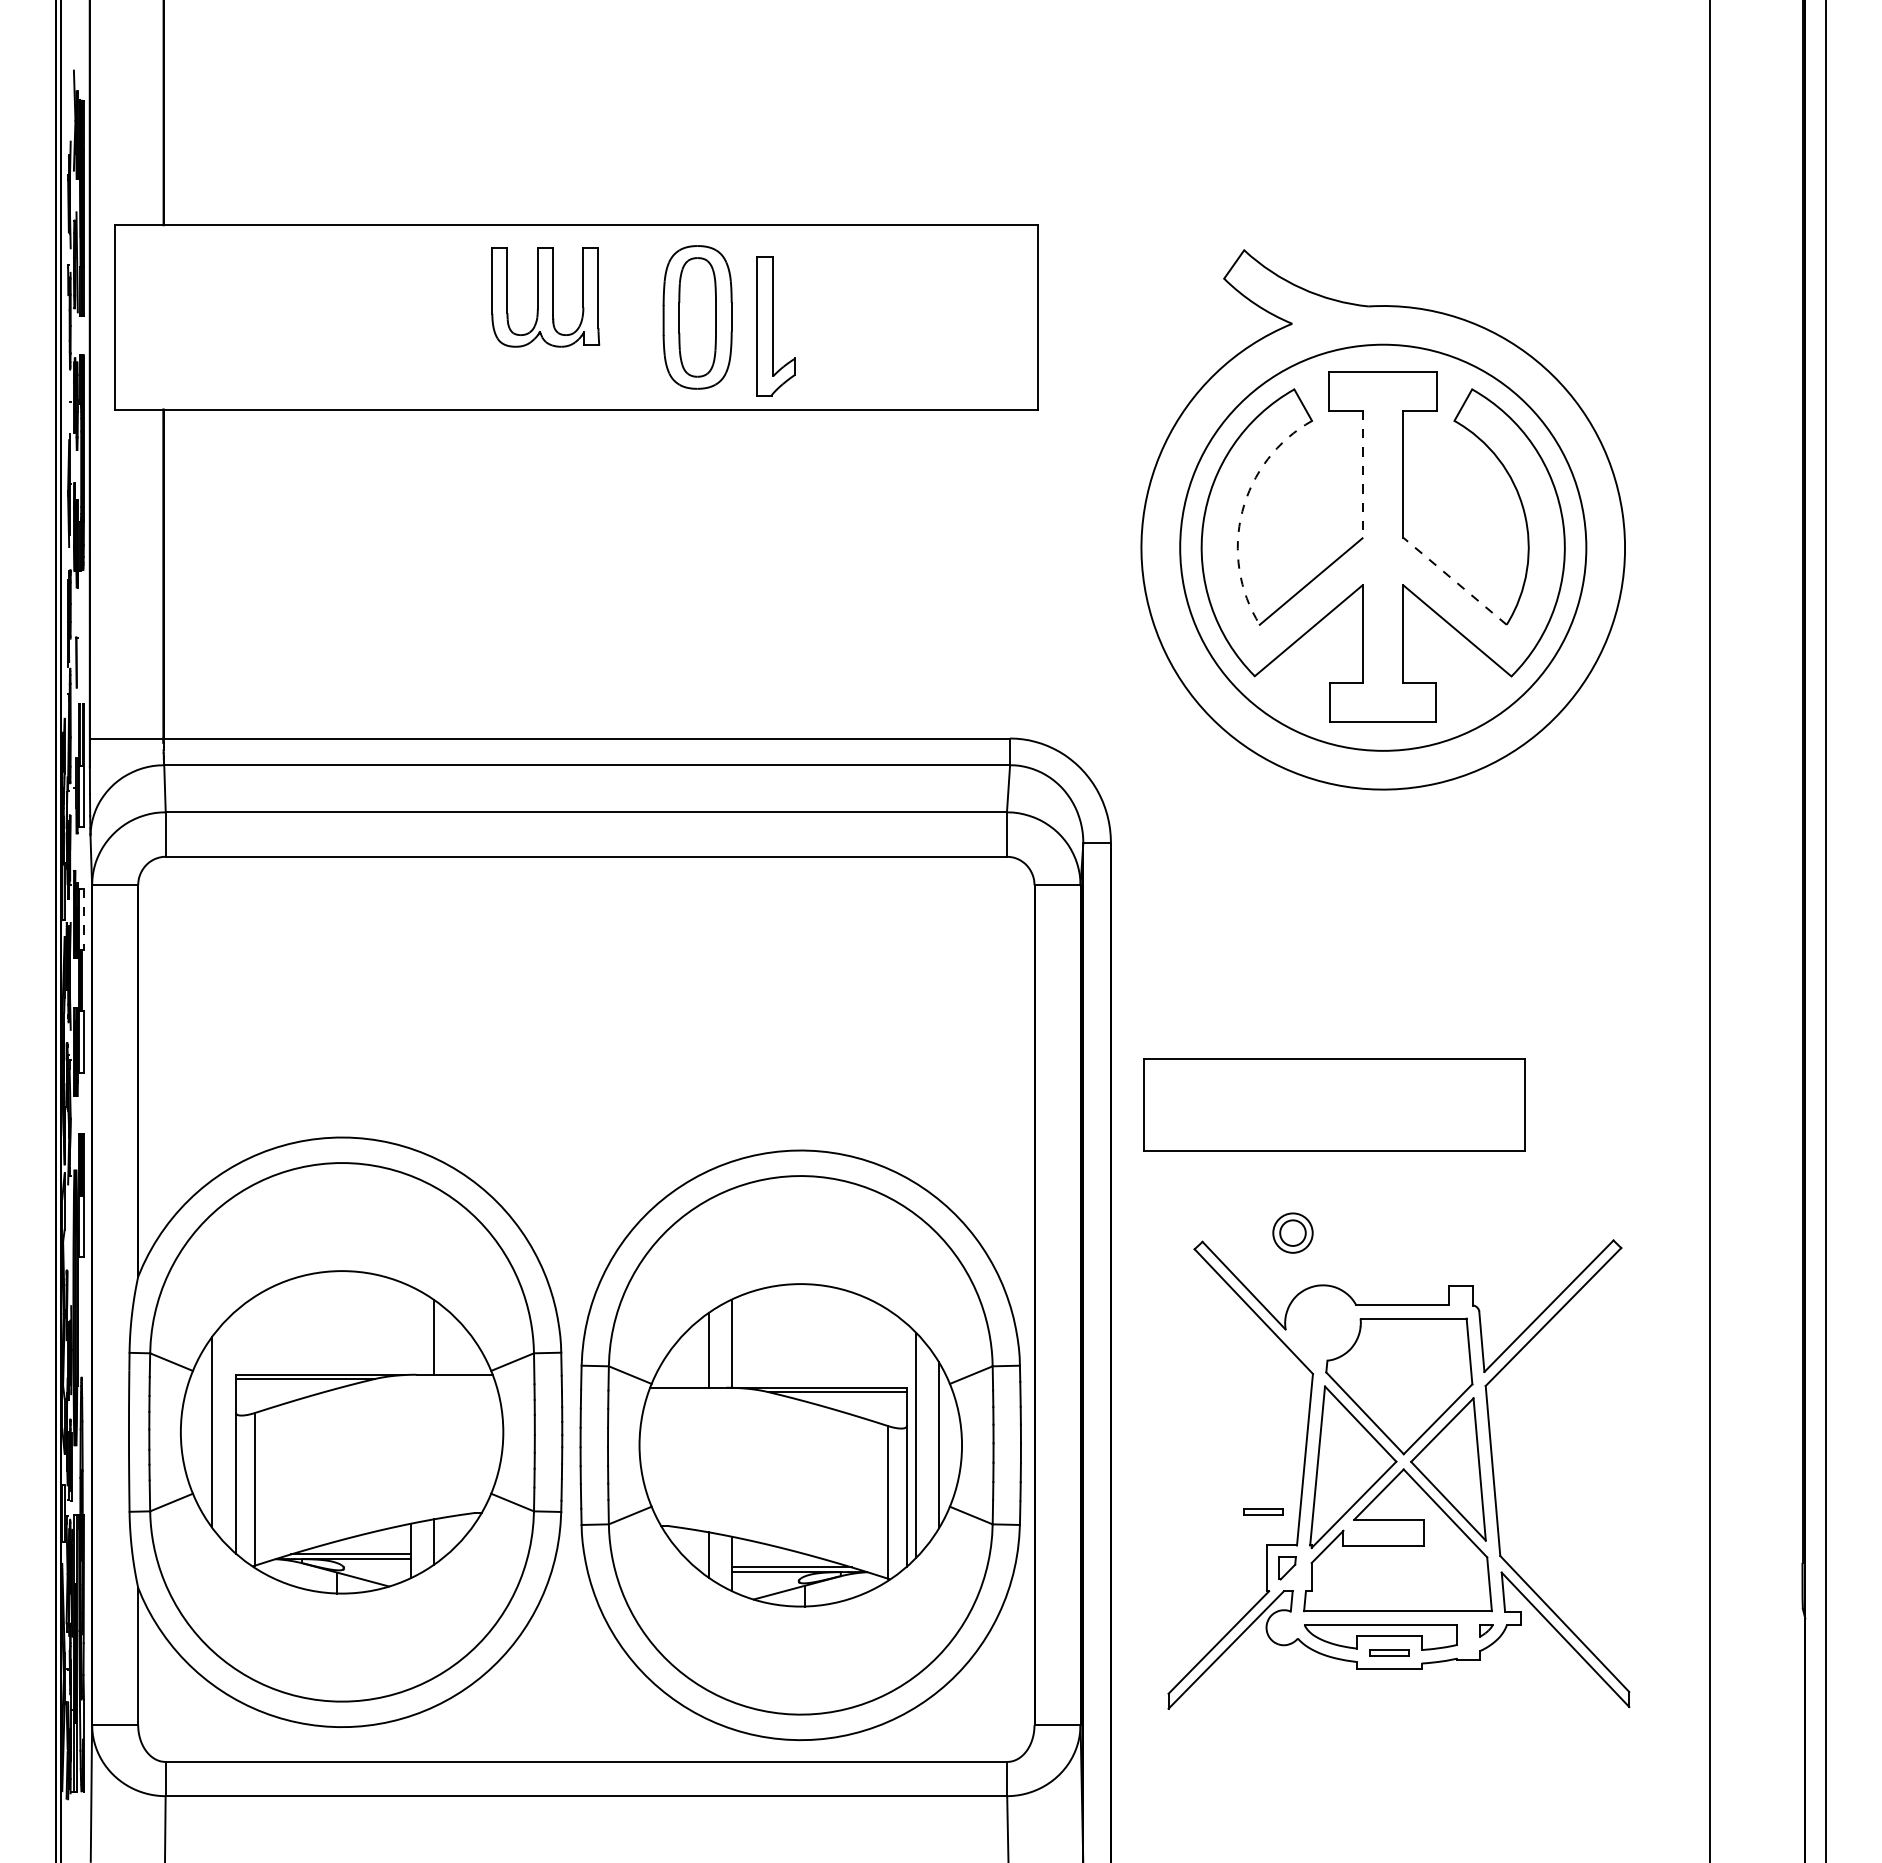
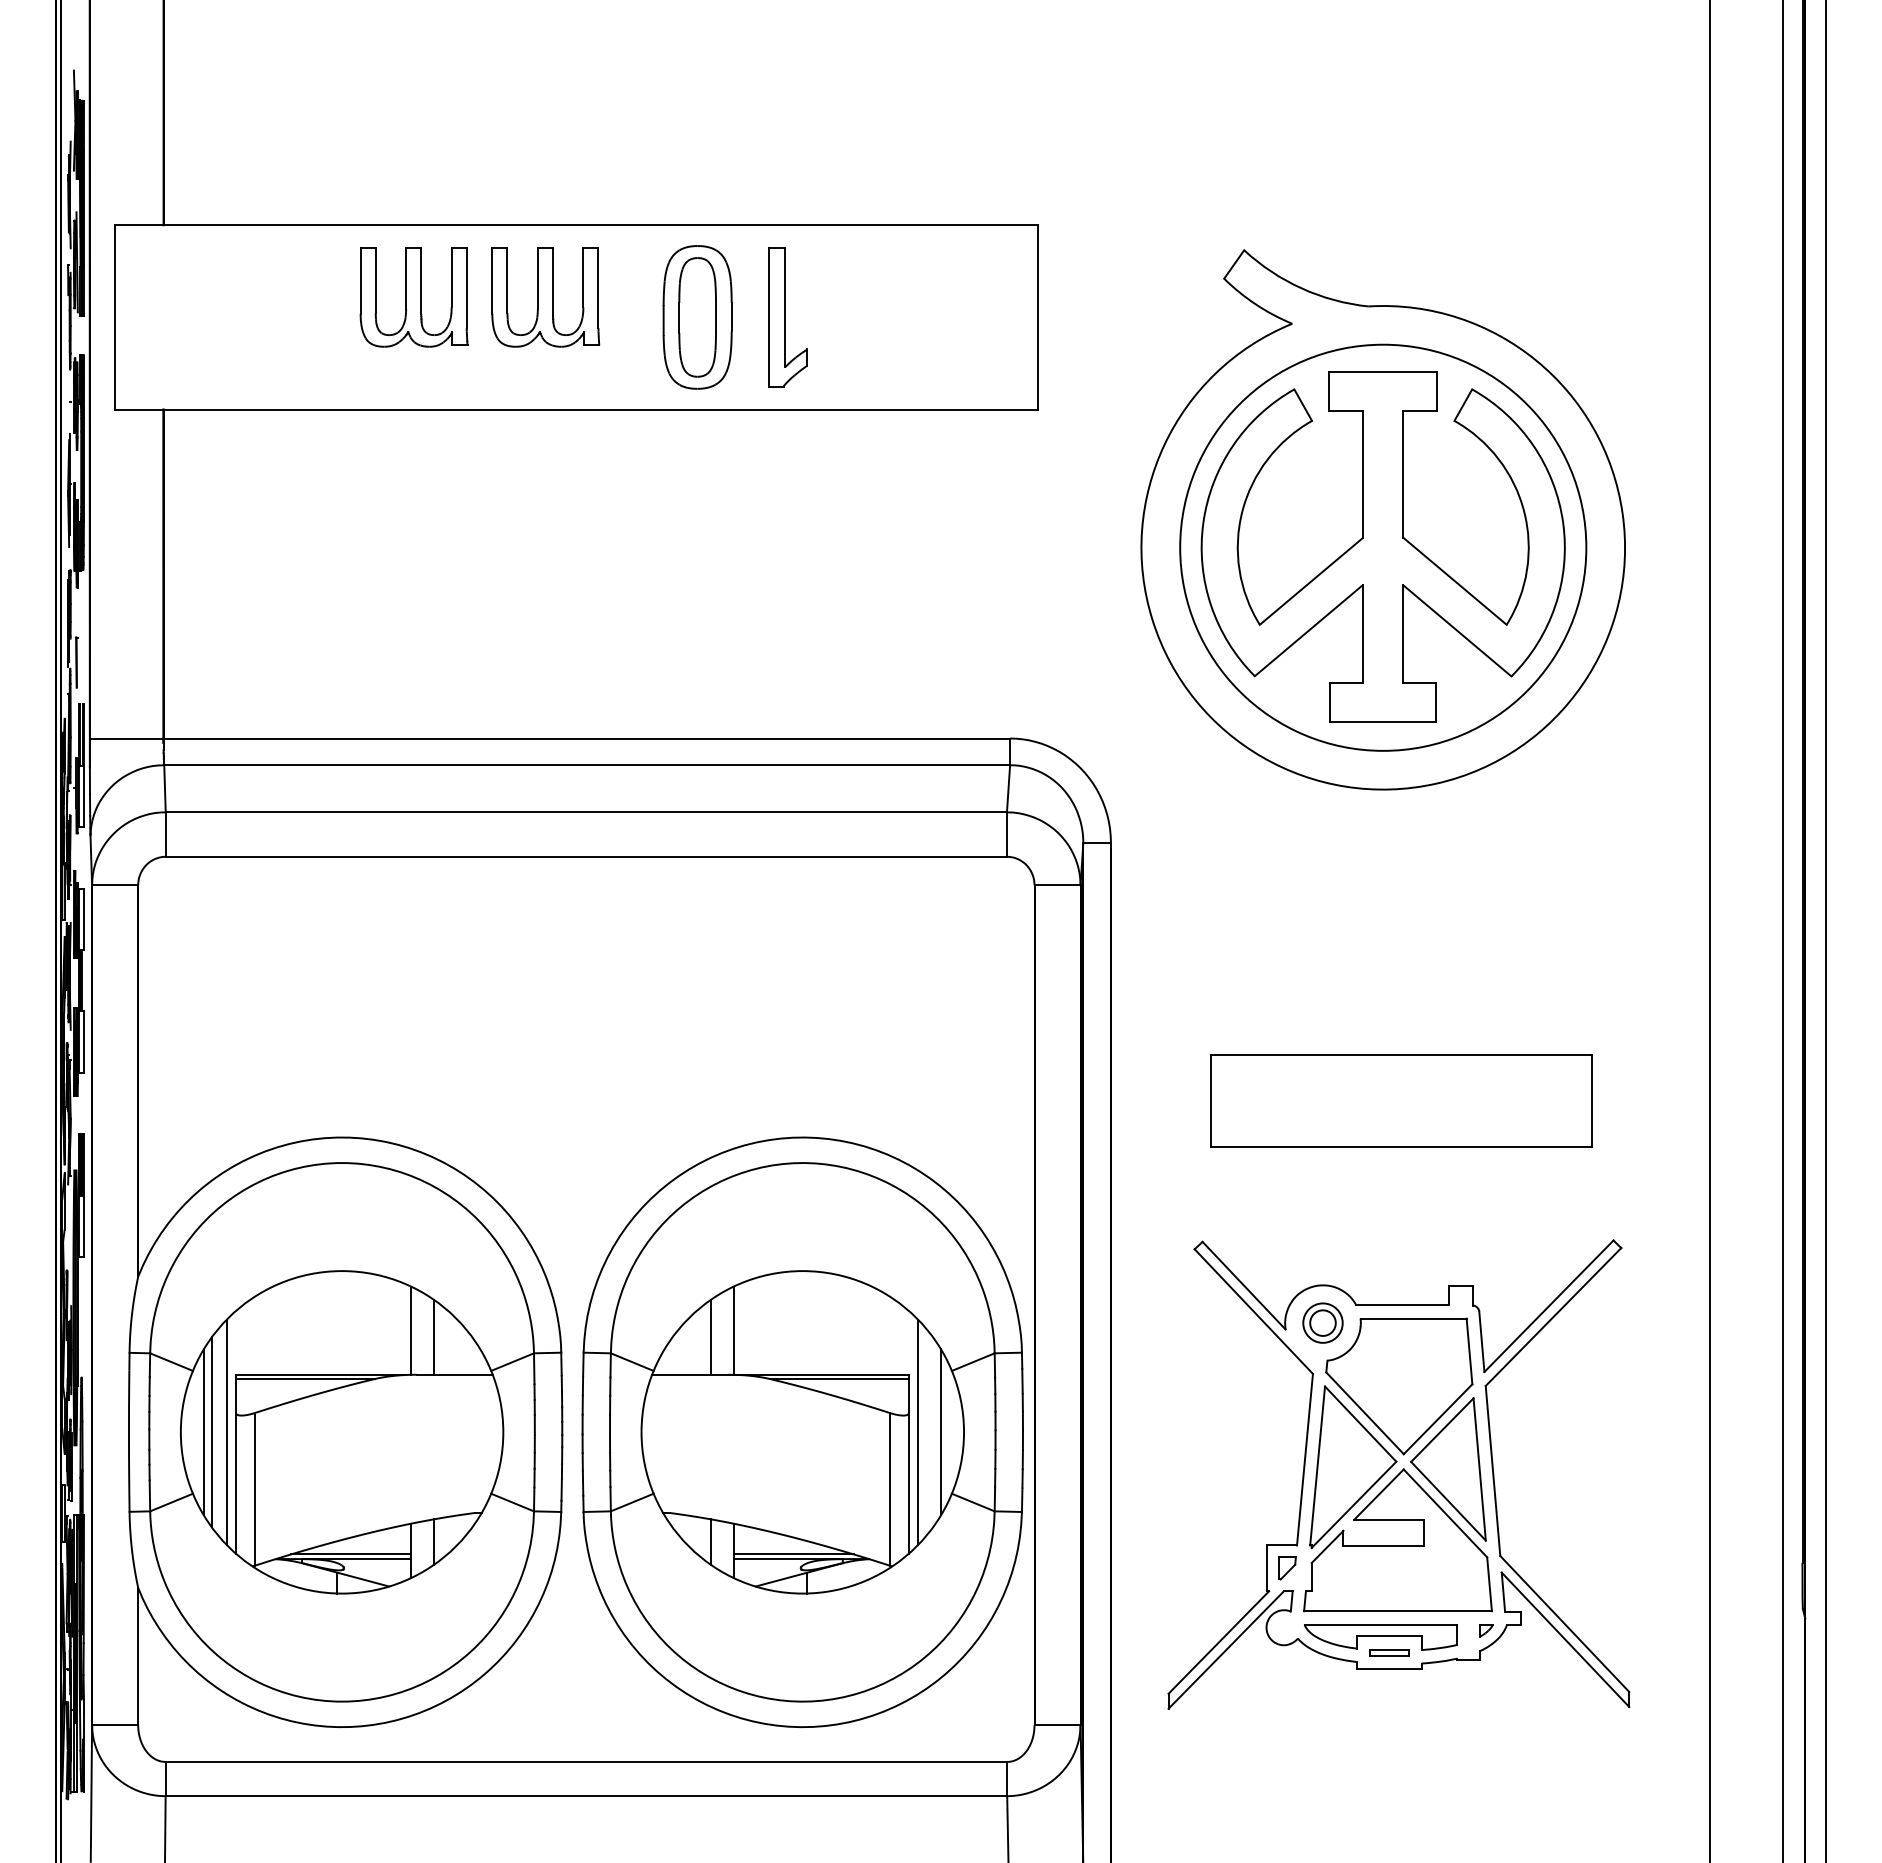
part at (413, 297): none -> present
part at (775, 326) position: (775, 326) -> (787, 317)
line at (1362, 474): dashed -> solid
arc at (1242, 511): dashed -> solid
line at (1455, 581): dashed -> solid
line at (84, 919): dashed -> solid
line at (1783, 930): none -> present
part at (1334, 1104) position: (1334, 1104) -> (1401, 1100)
part at (1292, 1232) position: (1292, 1232) -> (1322, 1322)
line at (411, 1330): none -> present
line at (203, 1432): none -> present
line at (226, 1432): none -> present
part at (800, 1444) position: (800, 1444) -> (802, 1431)
part at (1263, 1511): present -> none
